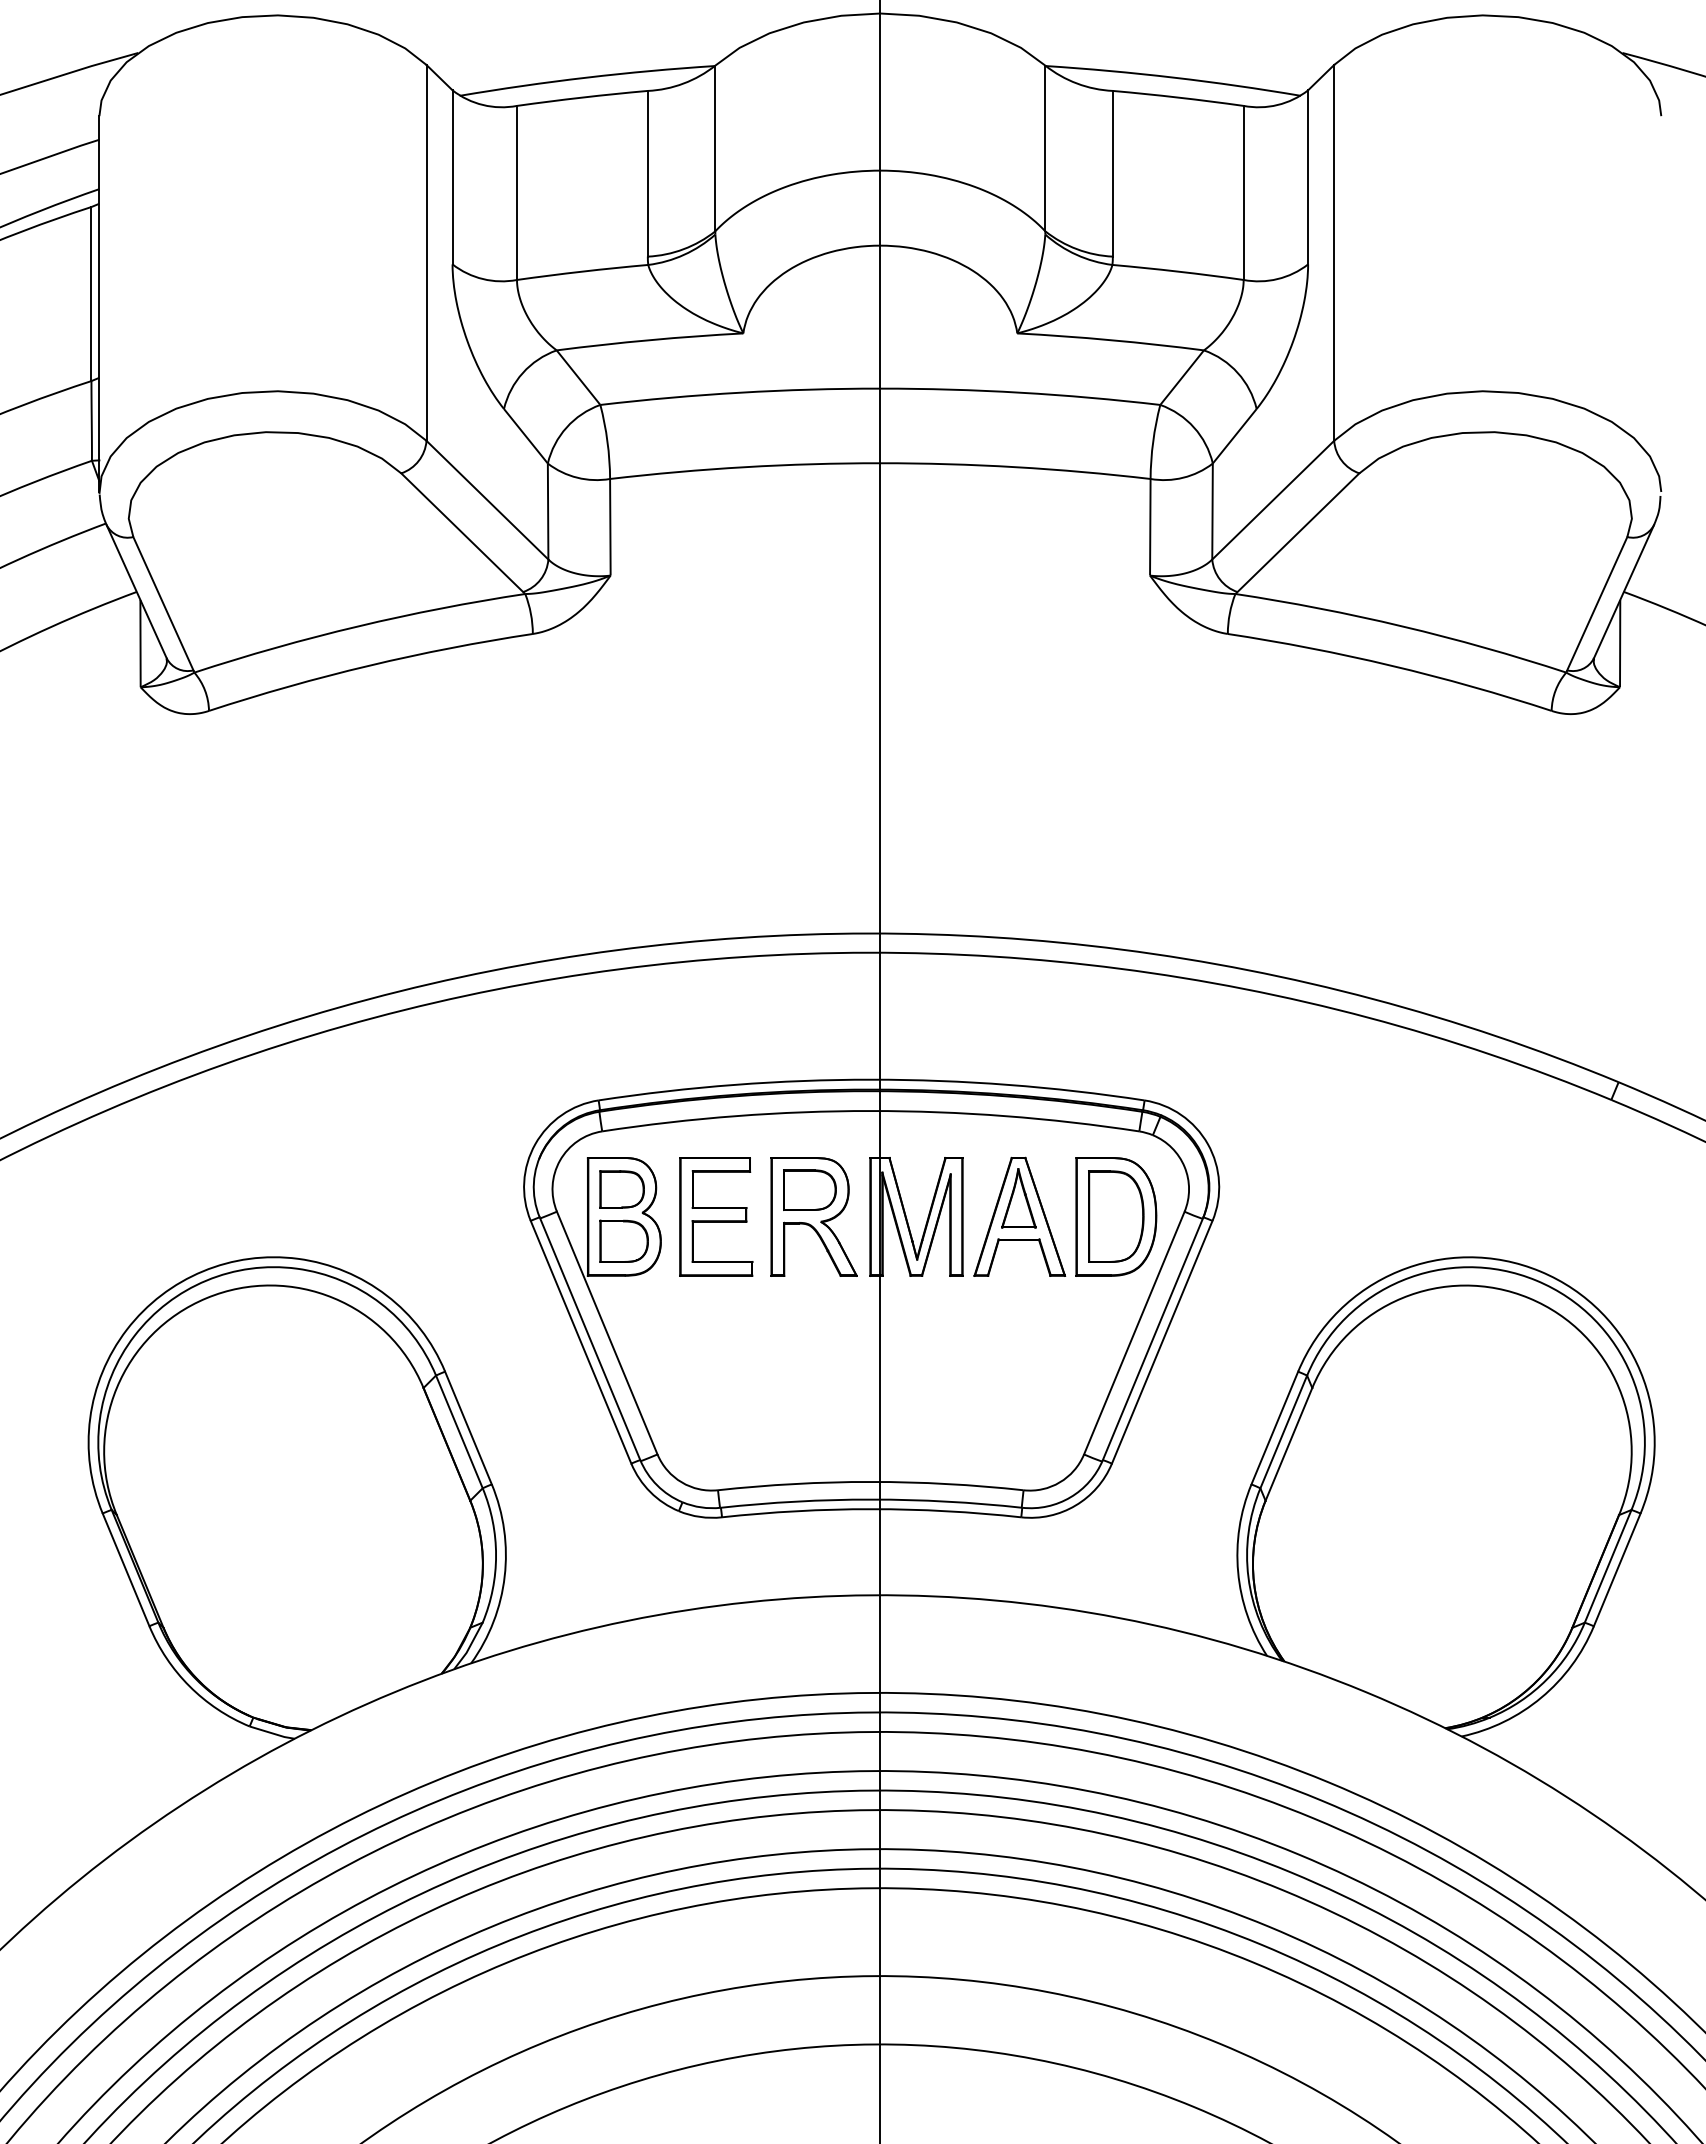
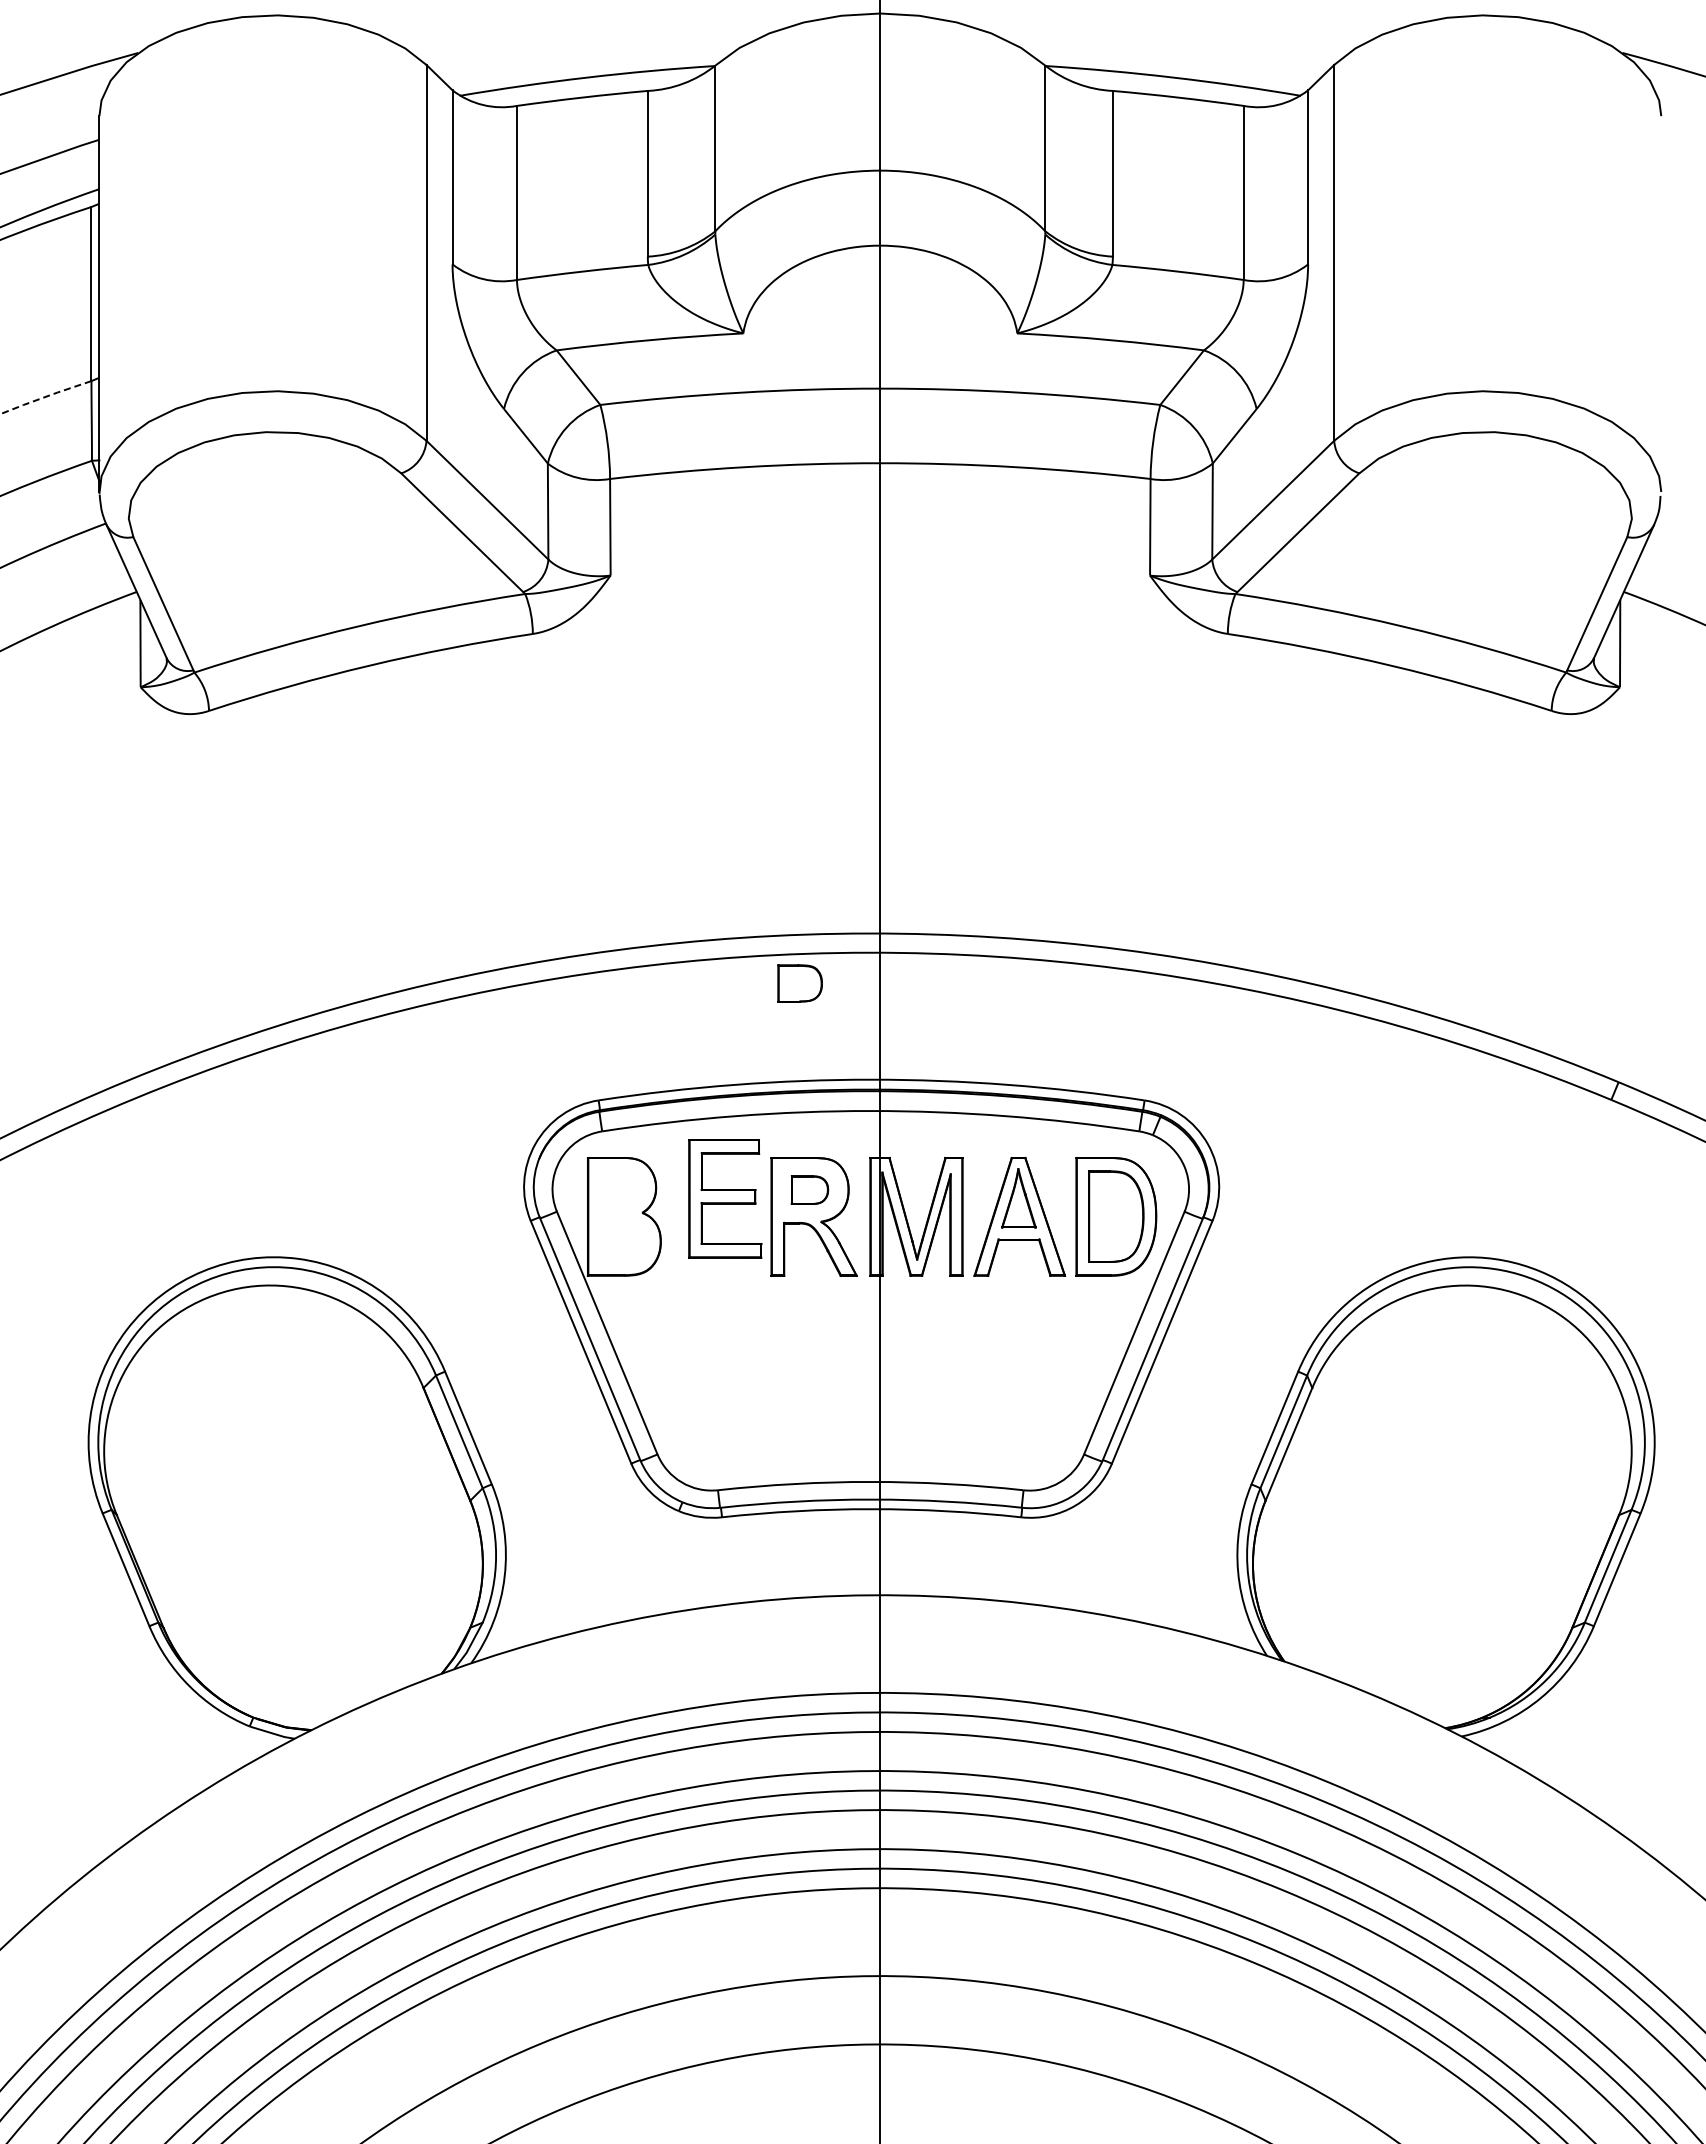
arc at (45, 397): solid -> dashed
part at (621, 1189) position: (621, 1189) -> (799, 983)
part at (809, 1189) size: 54x42 px -> 40x30 px
part at (716, 1216) position: (716, 1216) -> (725, 1198)
part at (623, 1240): present -> none
